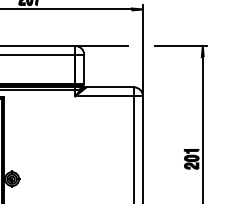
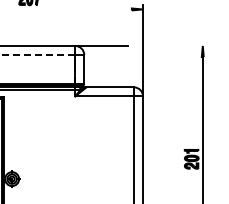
line at (66, 9): present -> none
line at (180, 45): present -> none
line at (37, 54): solid -> dashed
